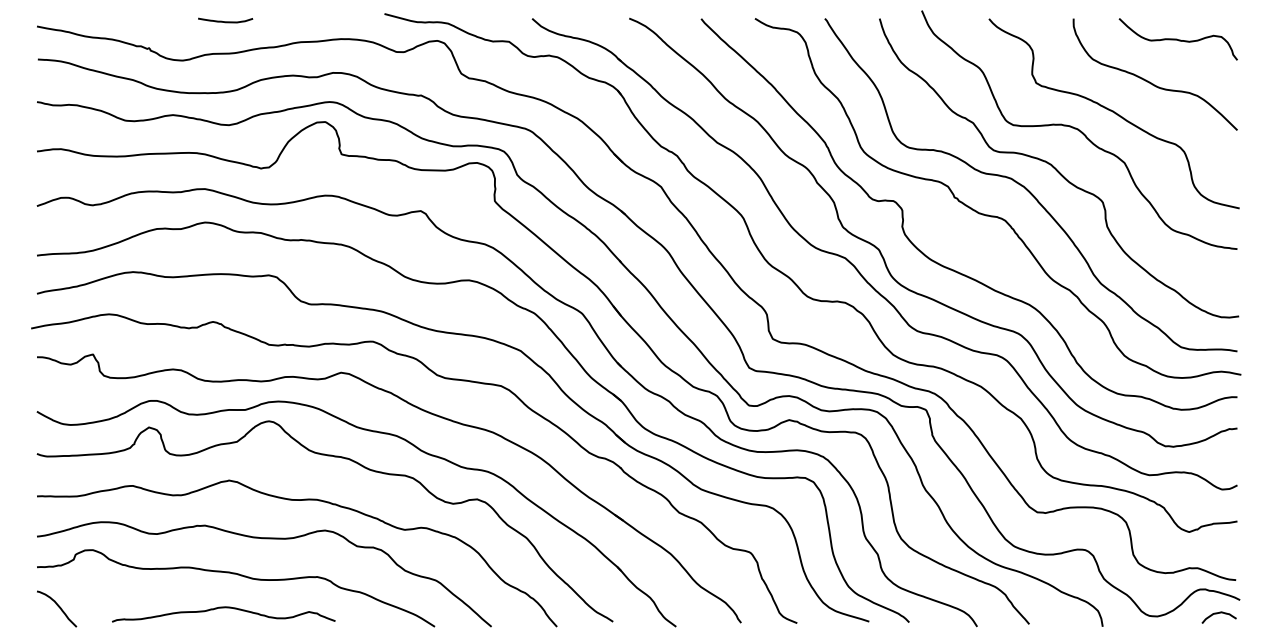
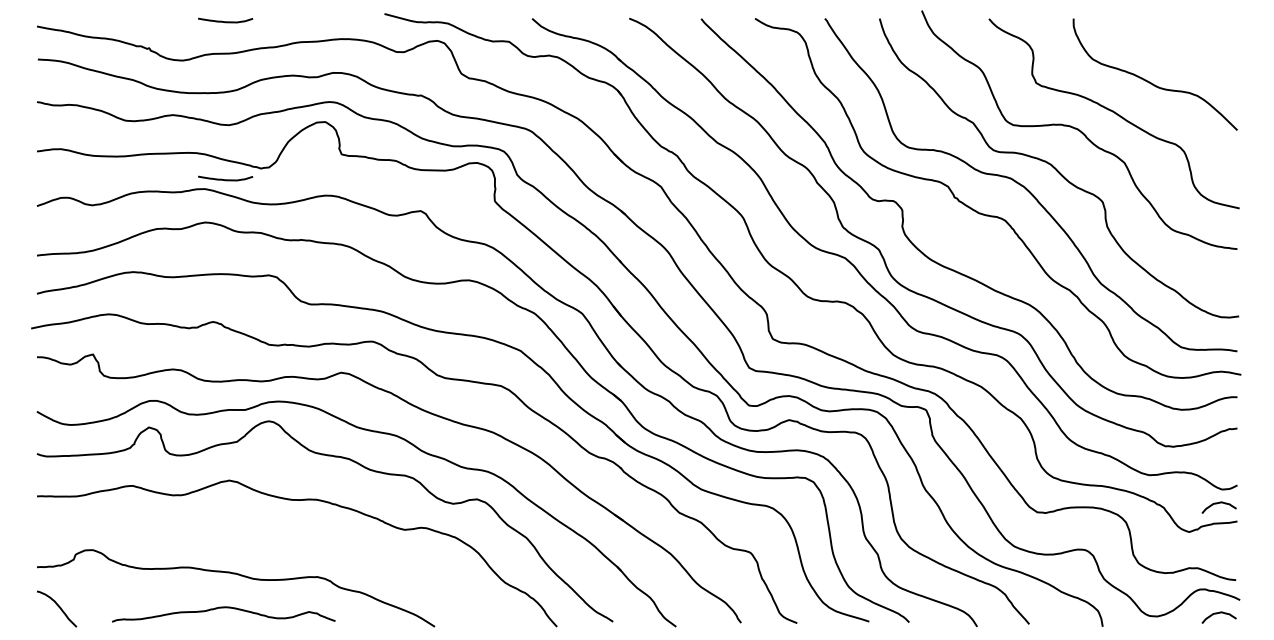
curve at (1177, 39): present -> none
curve at (225, 179): none -> present
curve at (1217, 504): none -> present
curve at (264, 539): present -> none
